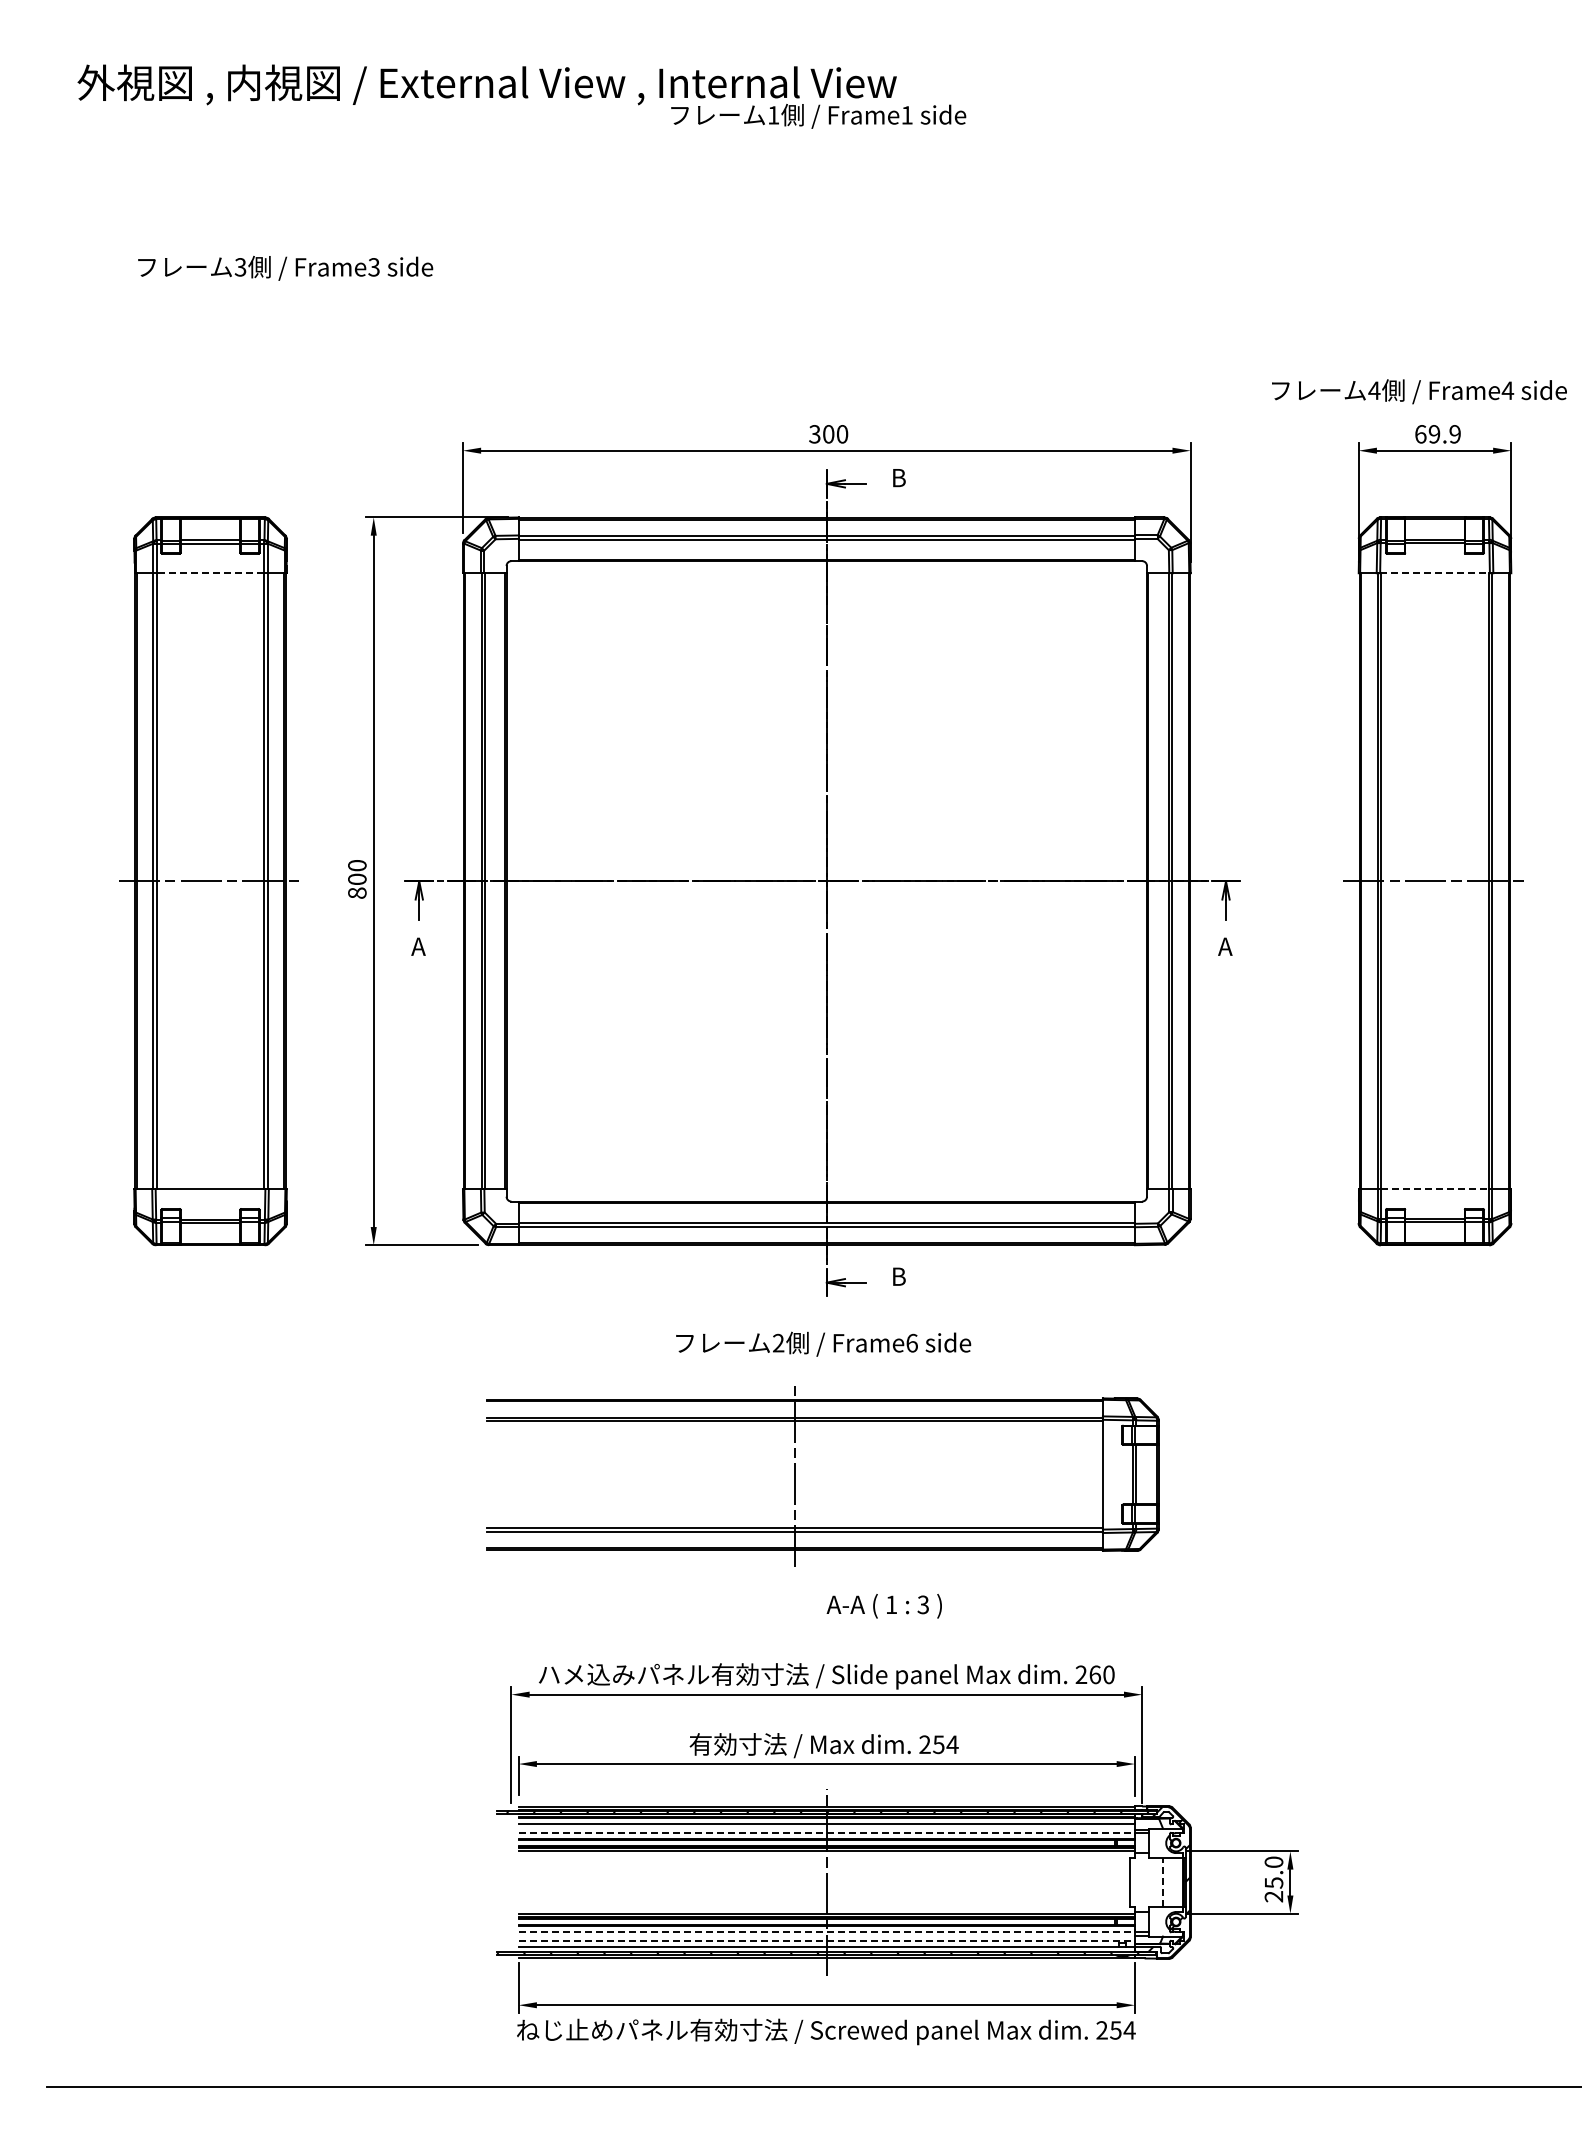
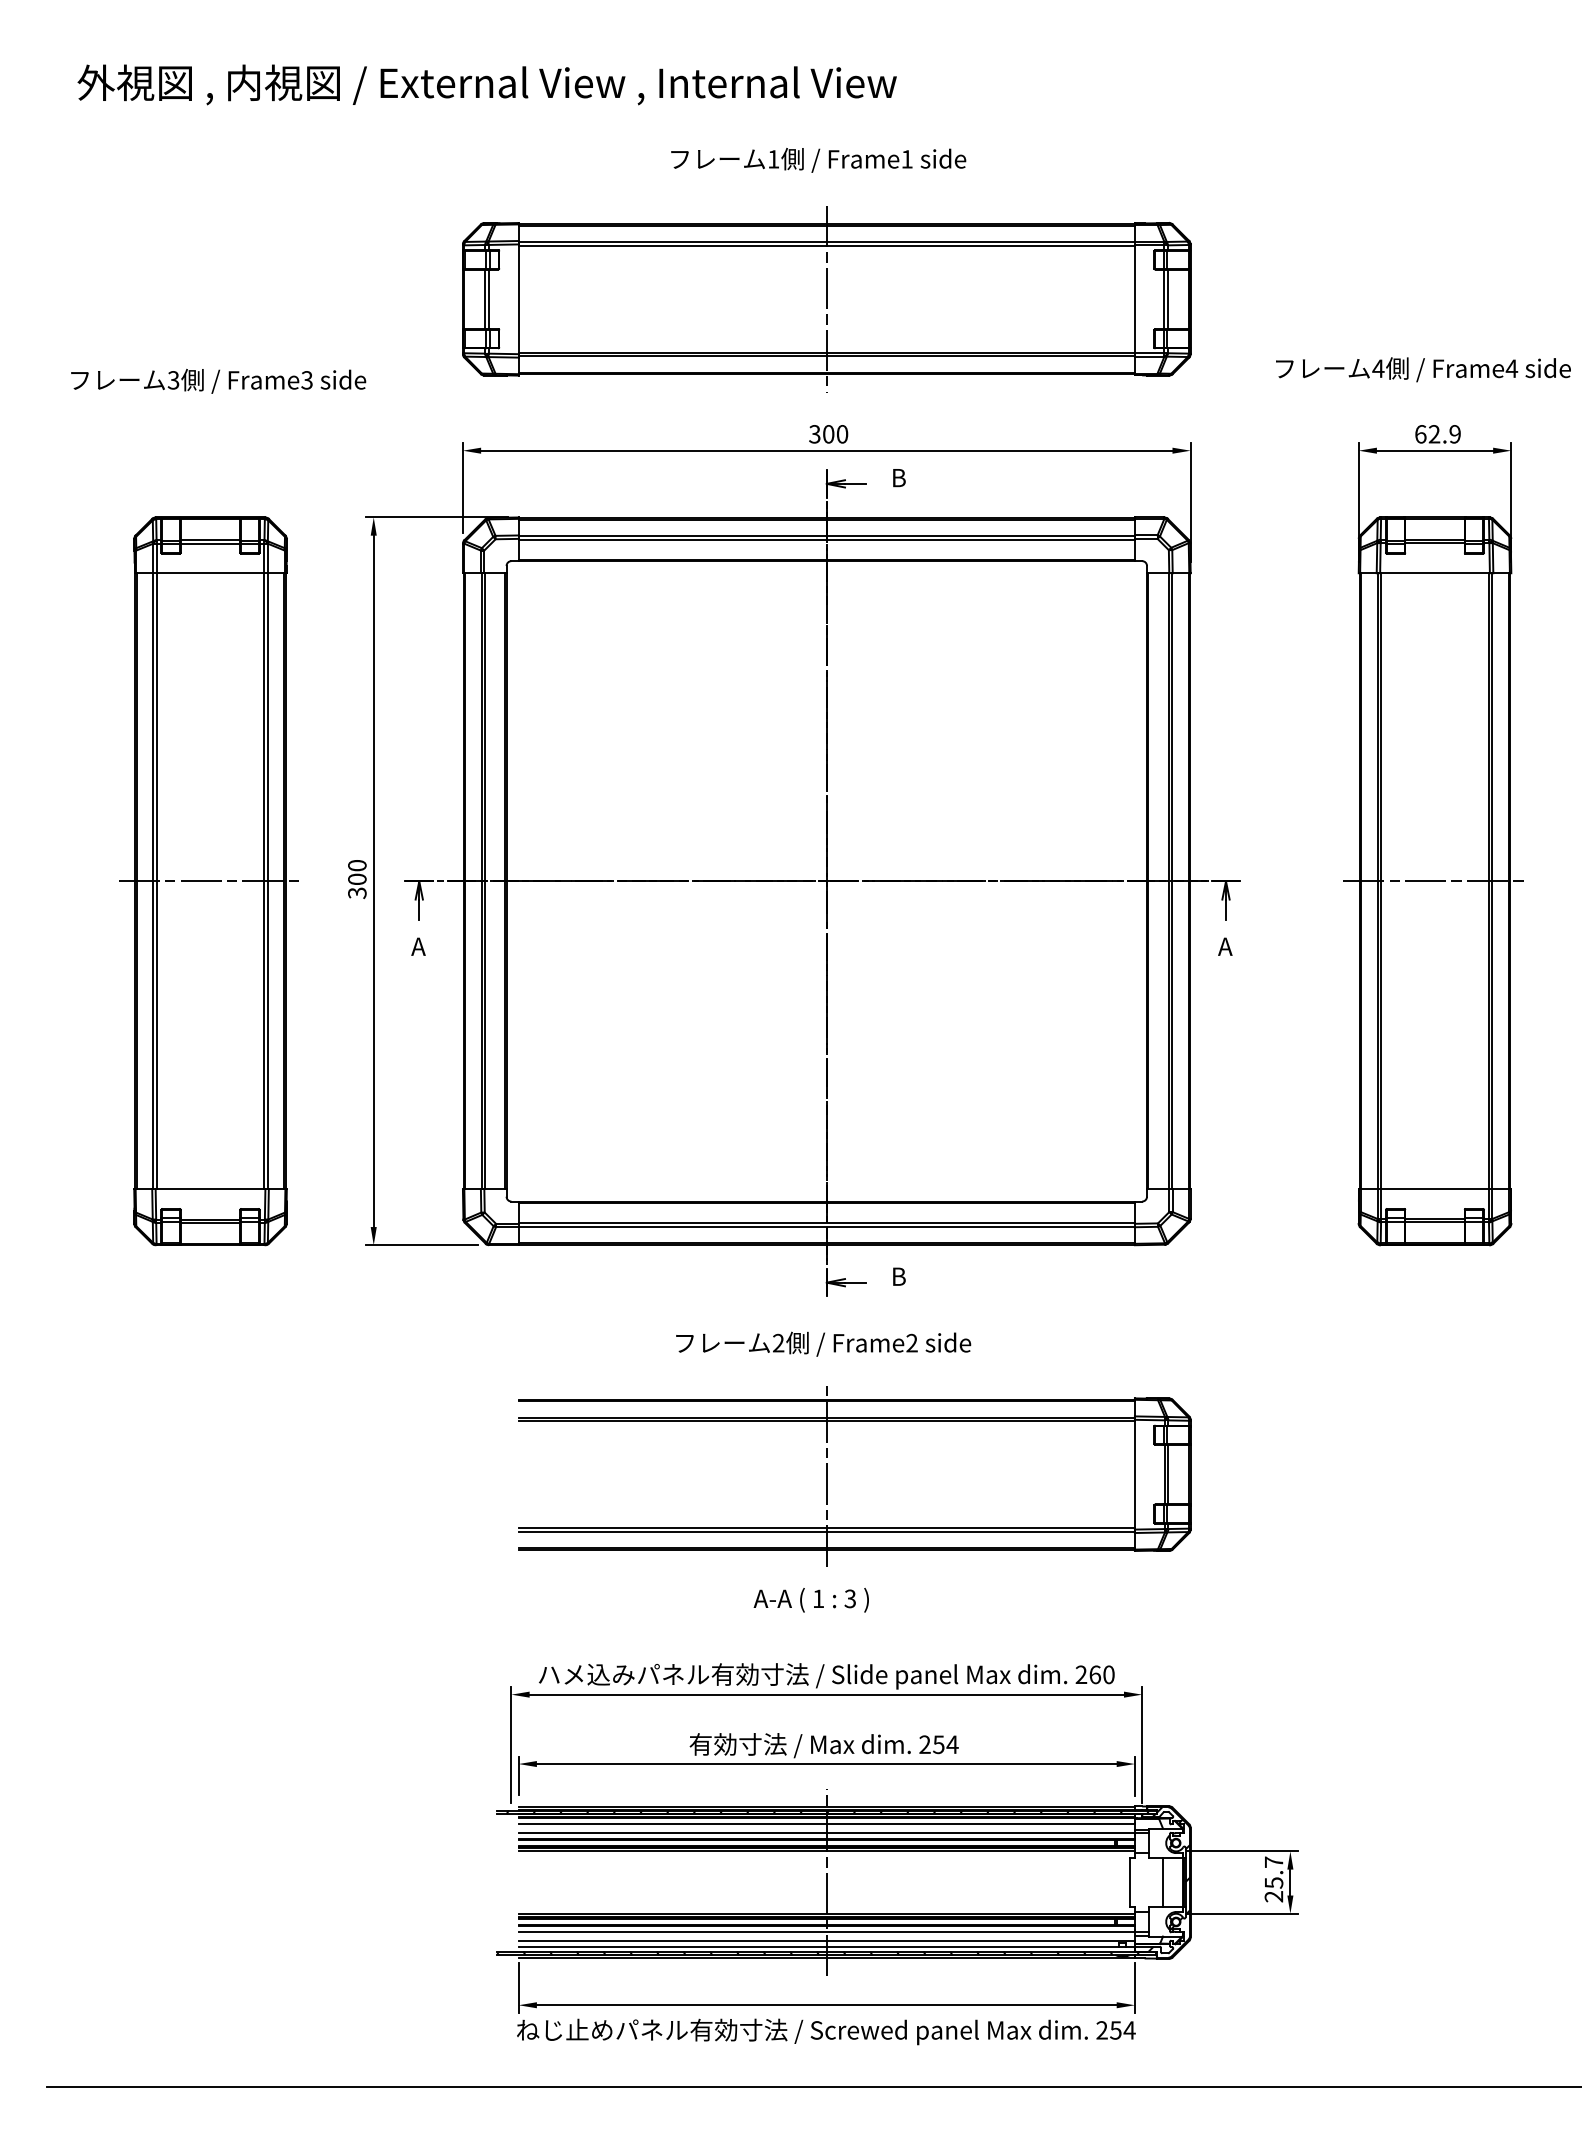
text at (818, 116) position: (818, 116) -> (818, 160)
text at (285, 267) position: (285, 267) -> (218, 380)
part at (826, 299): none -> present
text at (1419, 391) position: (1419, 391) -> (1423, 369)
text at (1434, 434): 69.9 -> 62.9
line at (210, 573): dashed -> solid
line at (1435, 573): dashed -> solid
text at (357, 893): 800 -> 300
line at (1435, 1189): dashed -> solid
text at (911, 1342): Frame6 -> Frame2
part at (795, 1476) position: (795, 1476) -> (827, 1476)
text at (883, 1606) position: (883, 1606) -> (810, 1600)
line at (827, 1832): dashed -> solid
text at (1273, 1861): 25.0 -> 25.7
line at (1163, 1882): dashed -> solid
line at (827, 1932): dashed -> solid
line at (827, 1940): dashed -> solid
